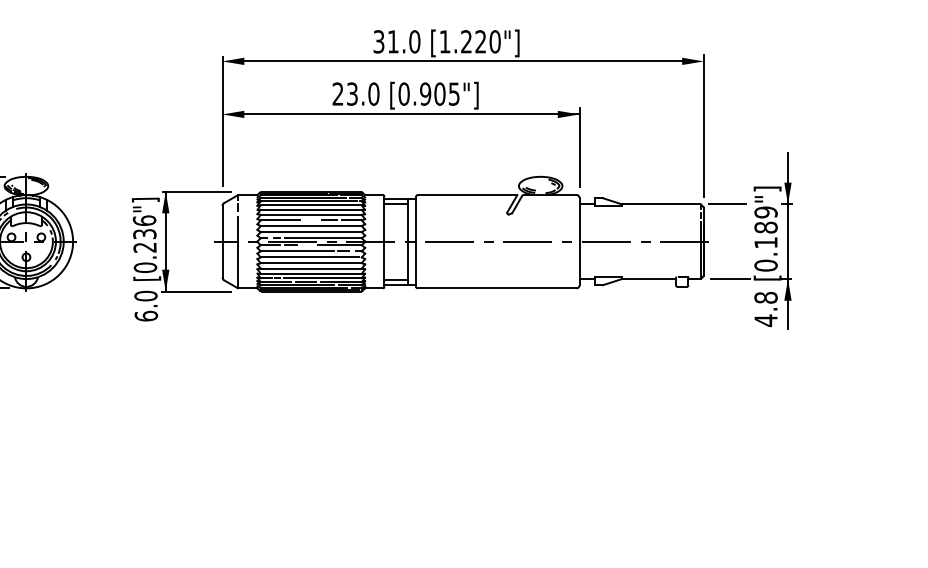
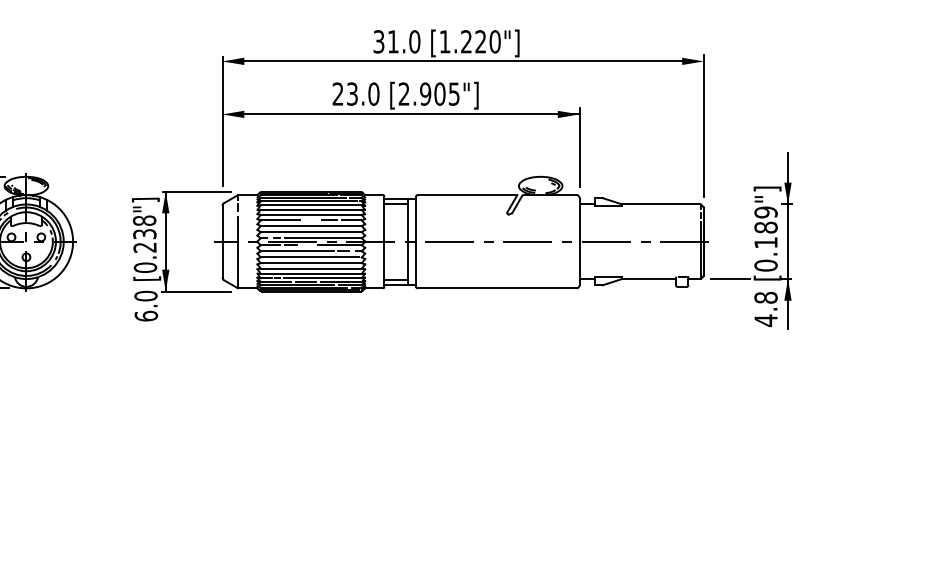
text at (403, 93): [0.905"] -> [2.905"]
line at (727, 204): present -> none
text at (144, 220): [0.236"] -> [0.238"]
